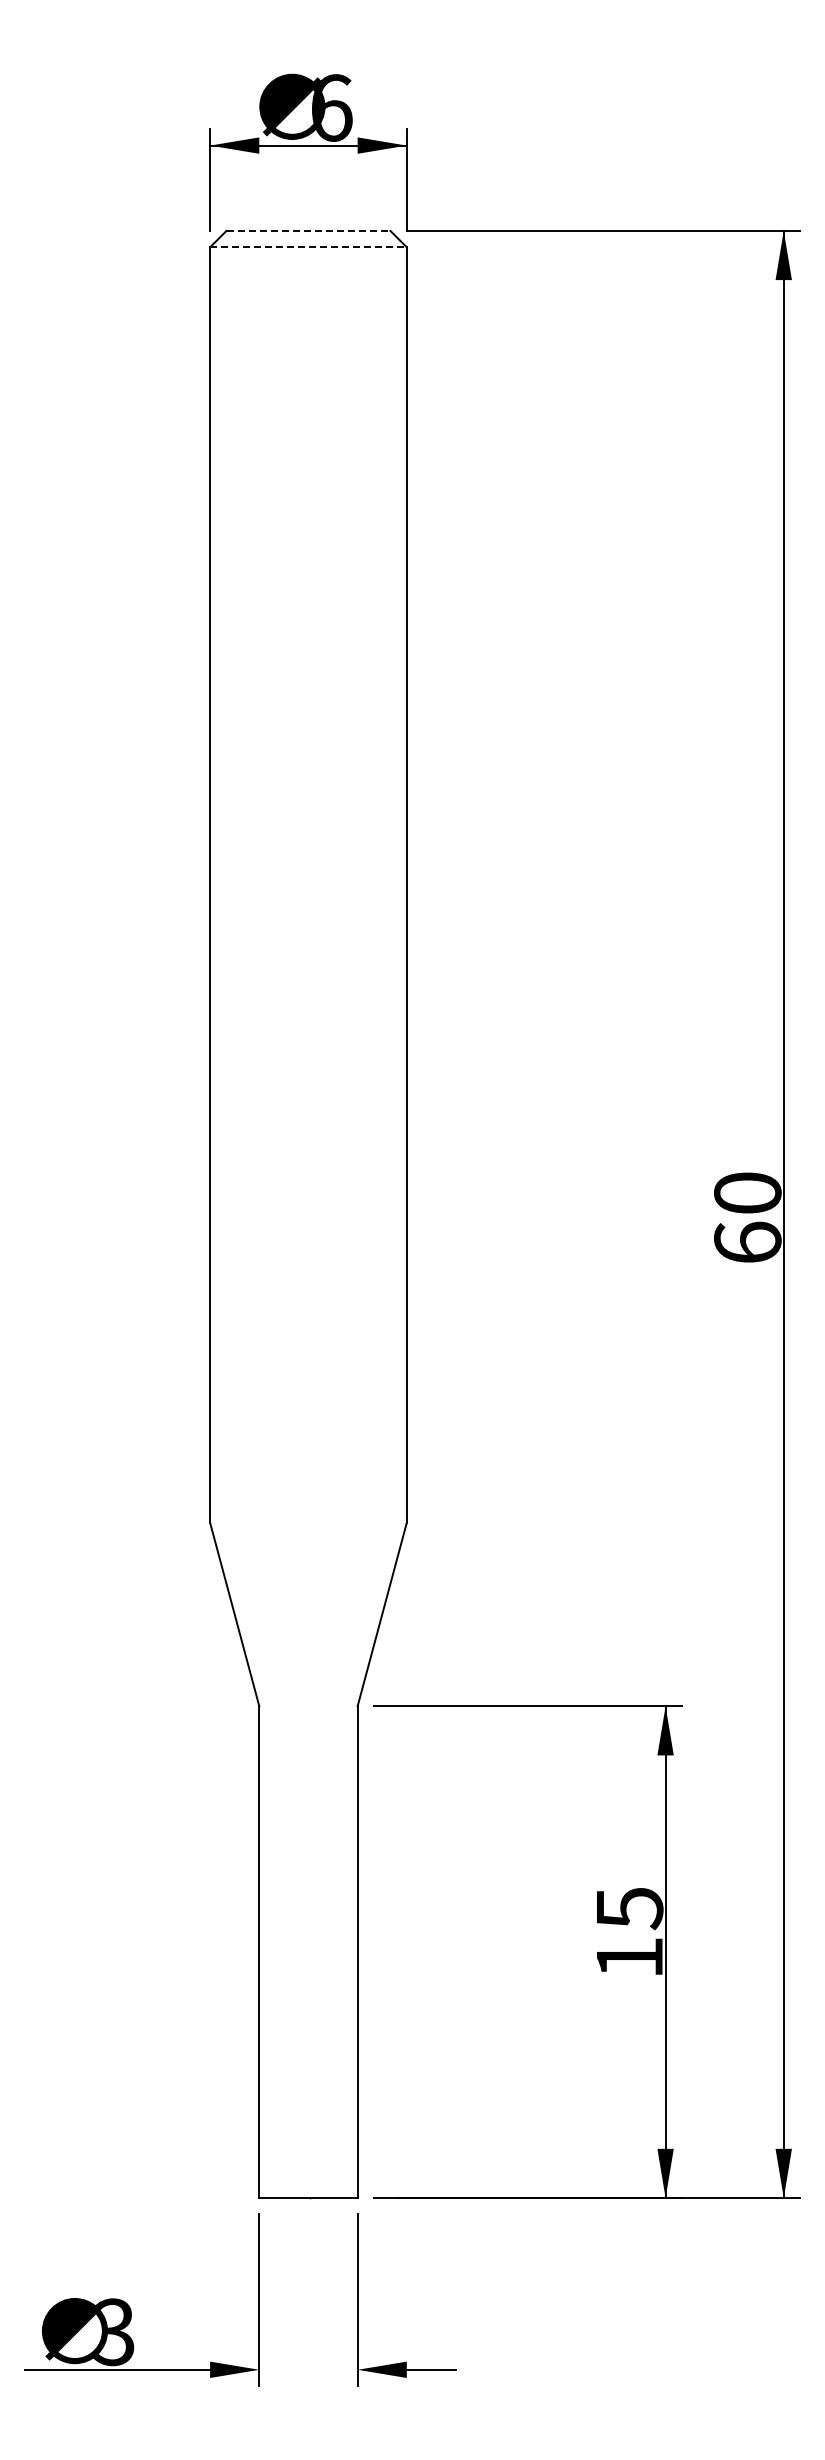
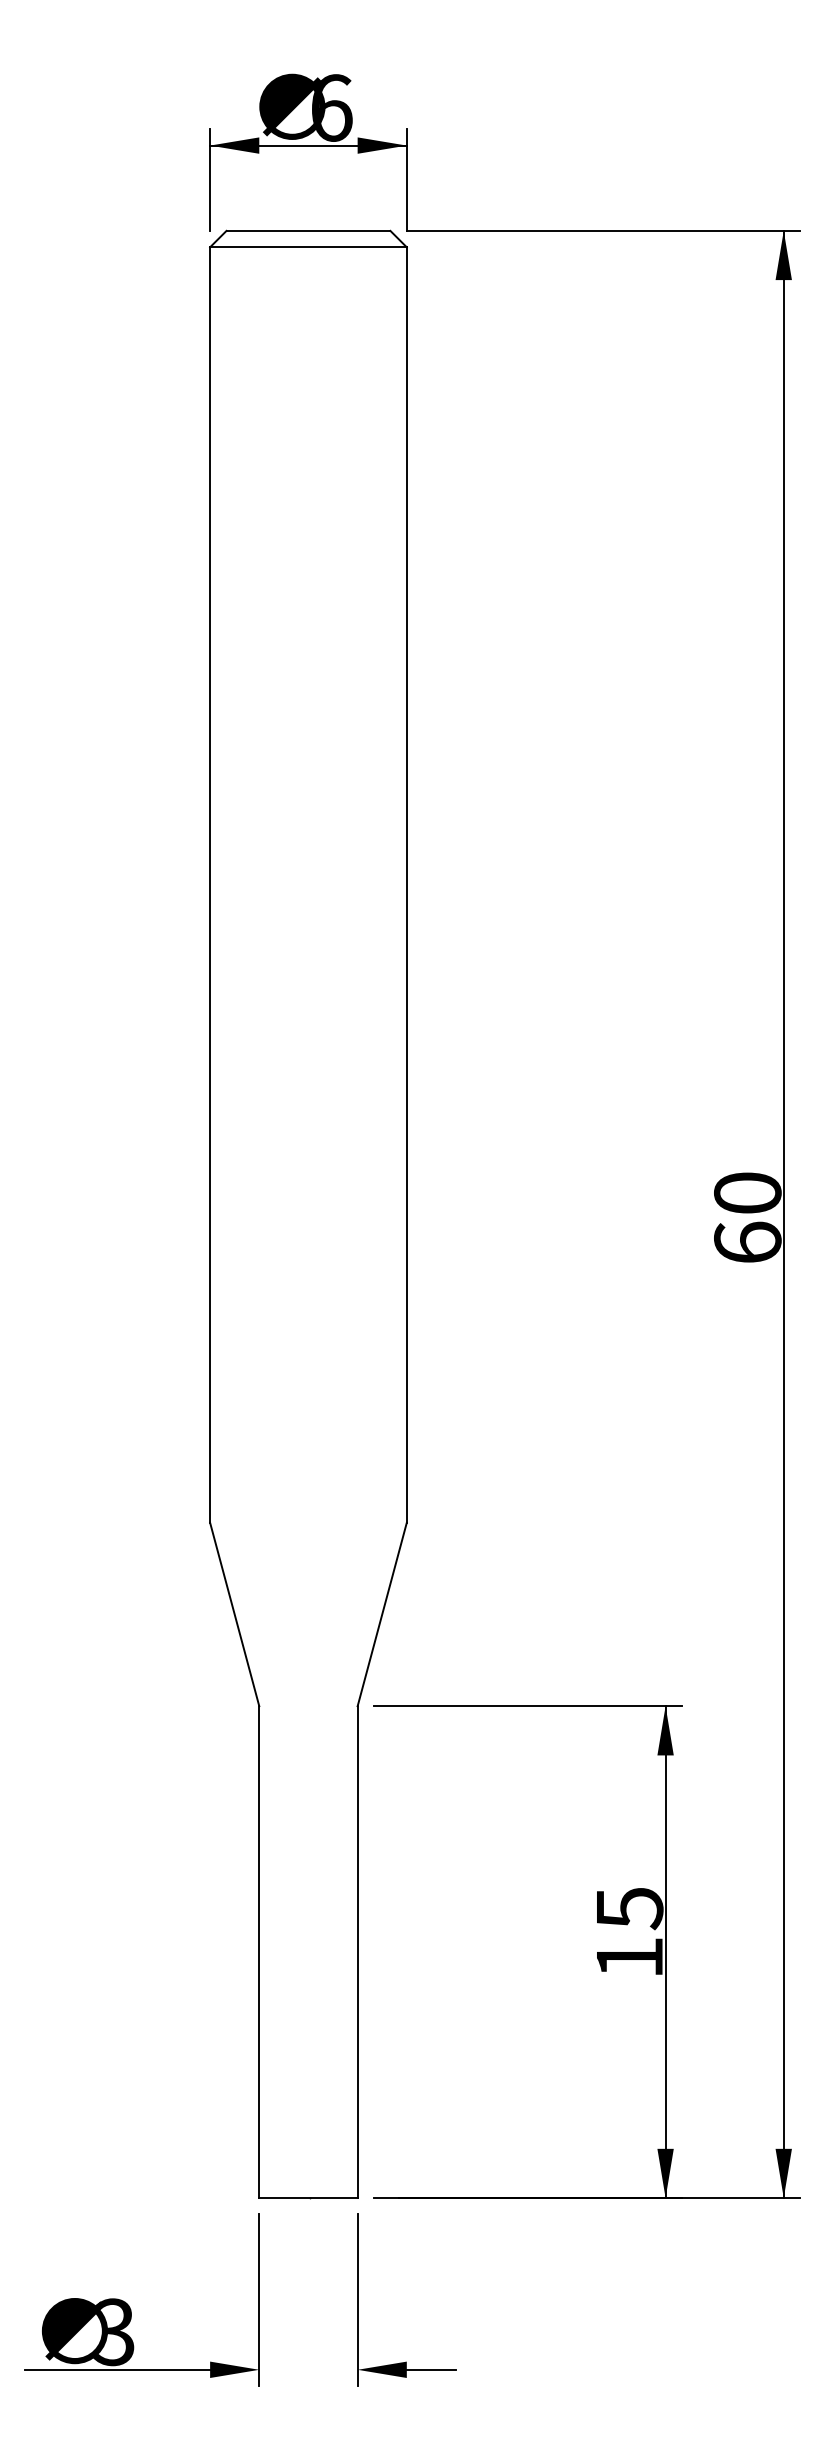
line at (308, 230): dashed -> solid
line at (308, 247): dashed -> solid
